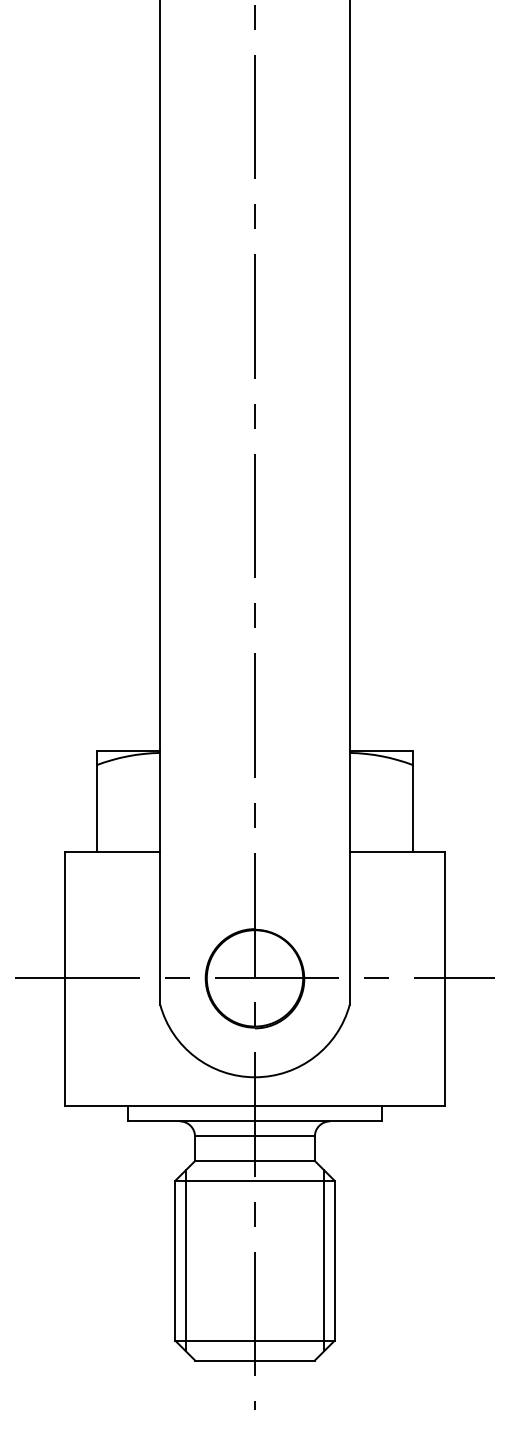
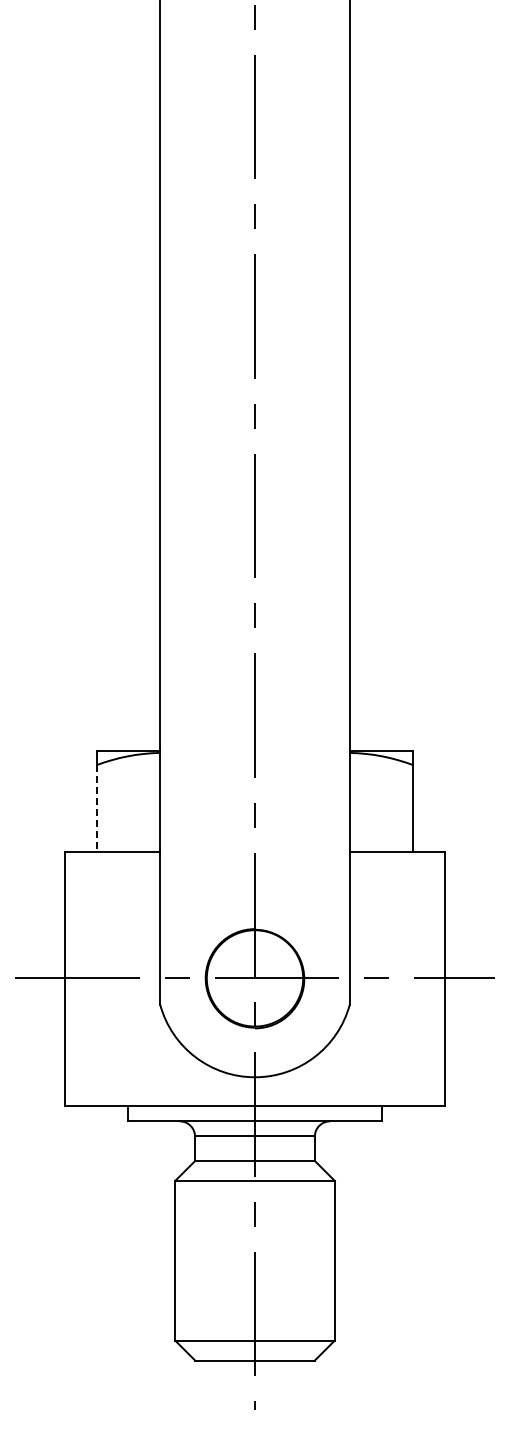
line at (96, 808): solid -> dashed
line at (185, 1260): present -> none
line at (324, 1260): present -> none
